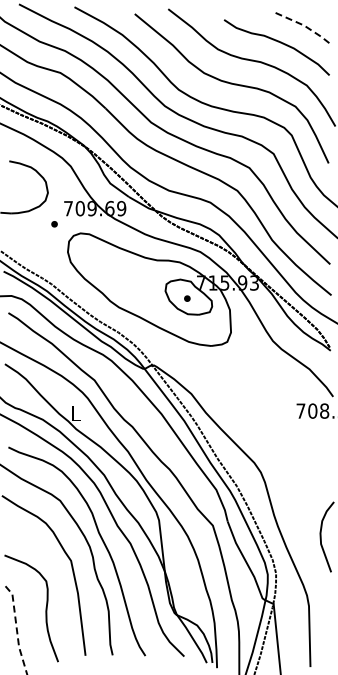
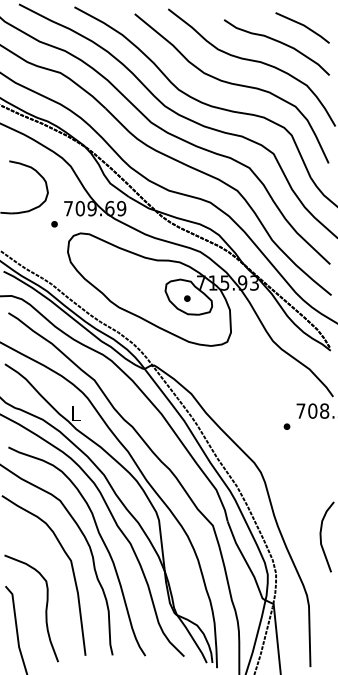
line at (303, 25): dashed -> solid
part at (286, 426): none -> present
line at (16, 629): dashed -> solid
